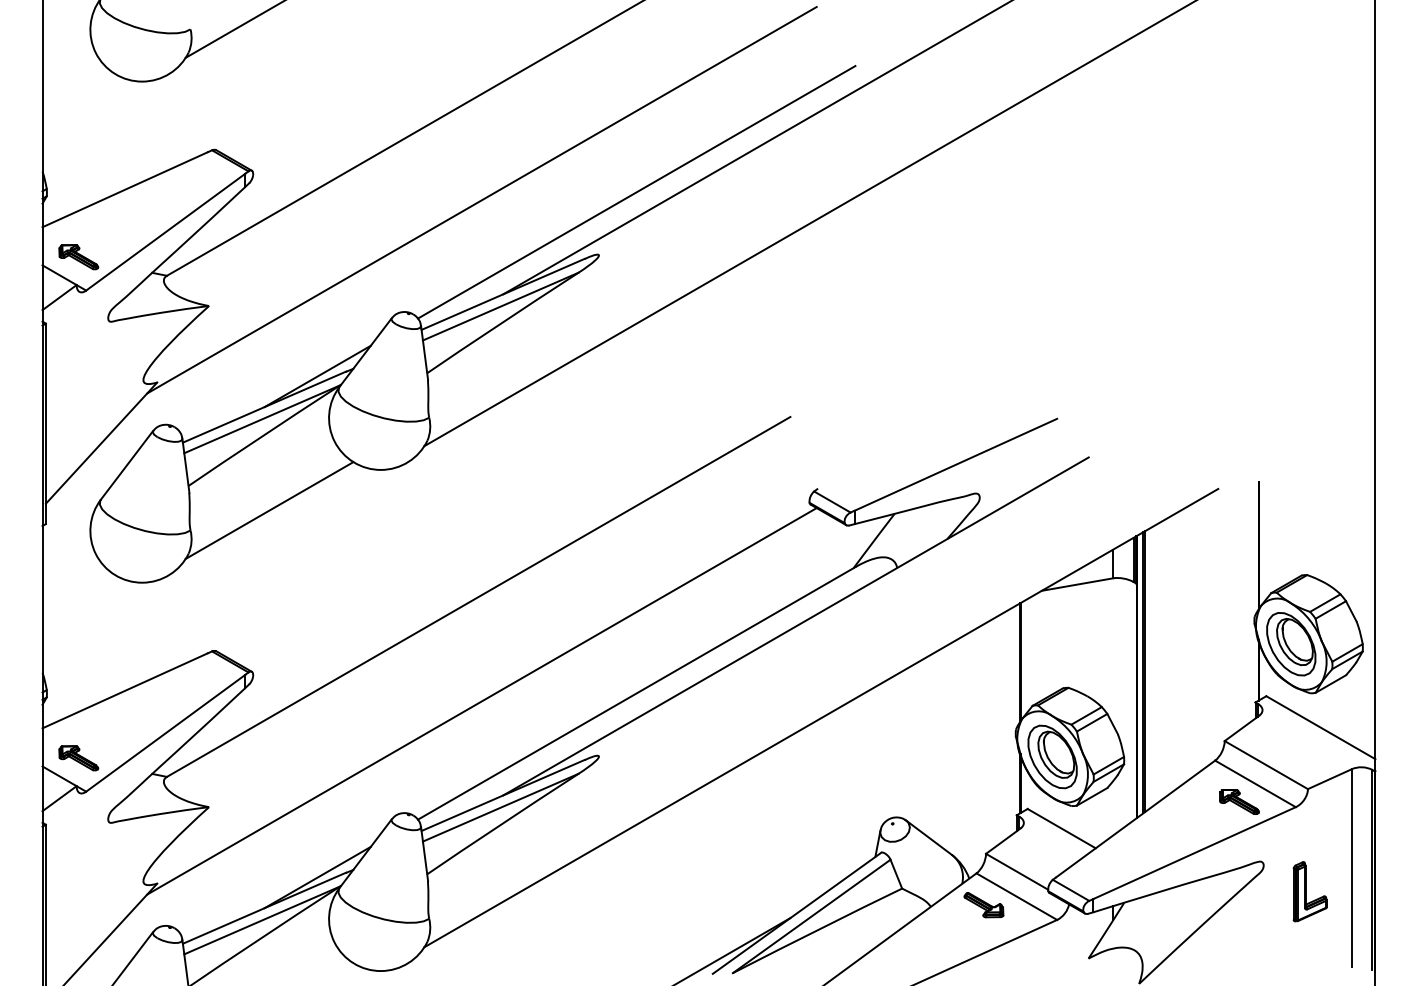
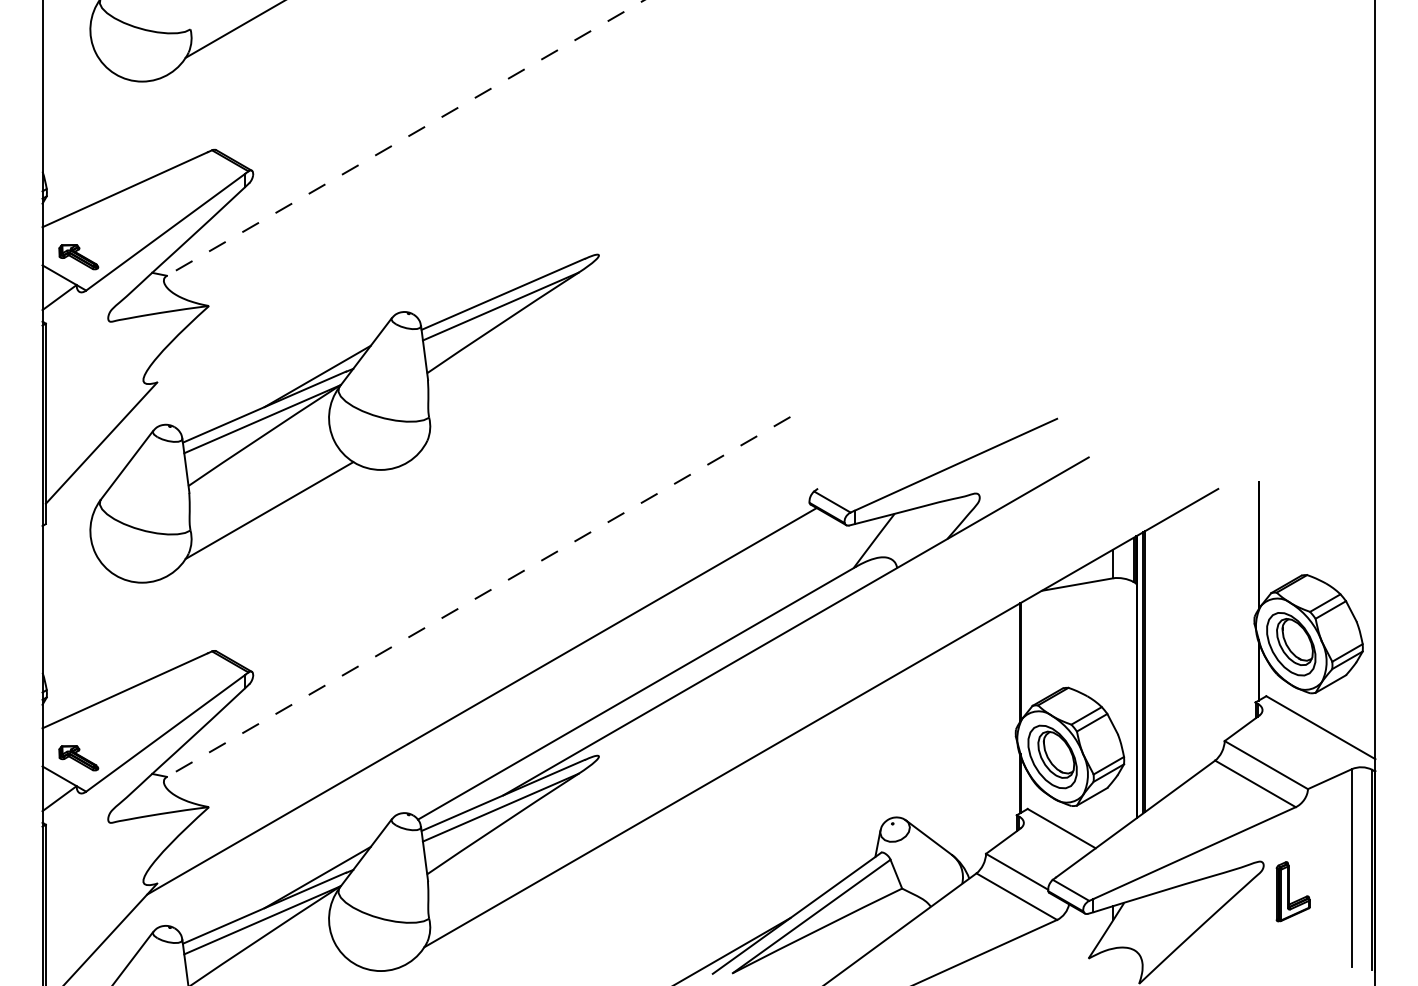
line at (405, 138): solid -> dashed
line at (756, 148): present -> none
line at (636, 192): present -> none
line at (481, 200): present -> none
line at (808, 224): present -> none
line at (478, 596): solid -> dashed
part at (1239, 801): present -> none
part at (1309, 891) position: (1309, 891) -> (1292, 891)
part at (983, 905): present -> none
